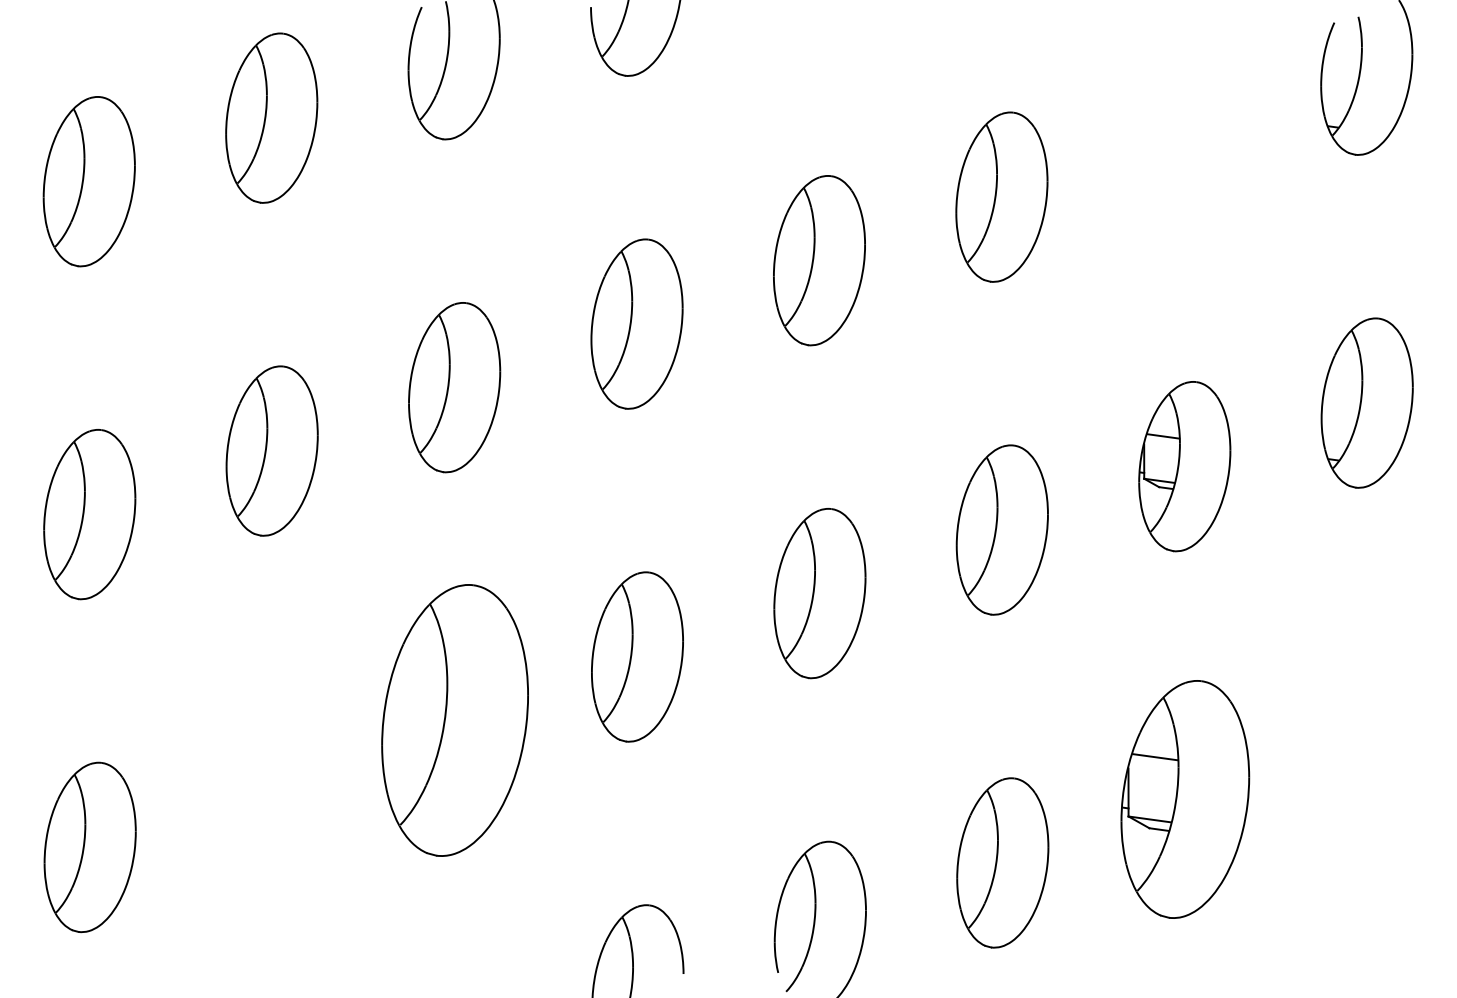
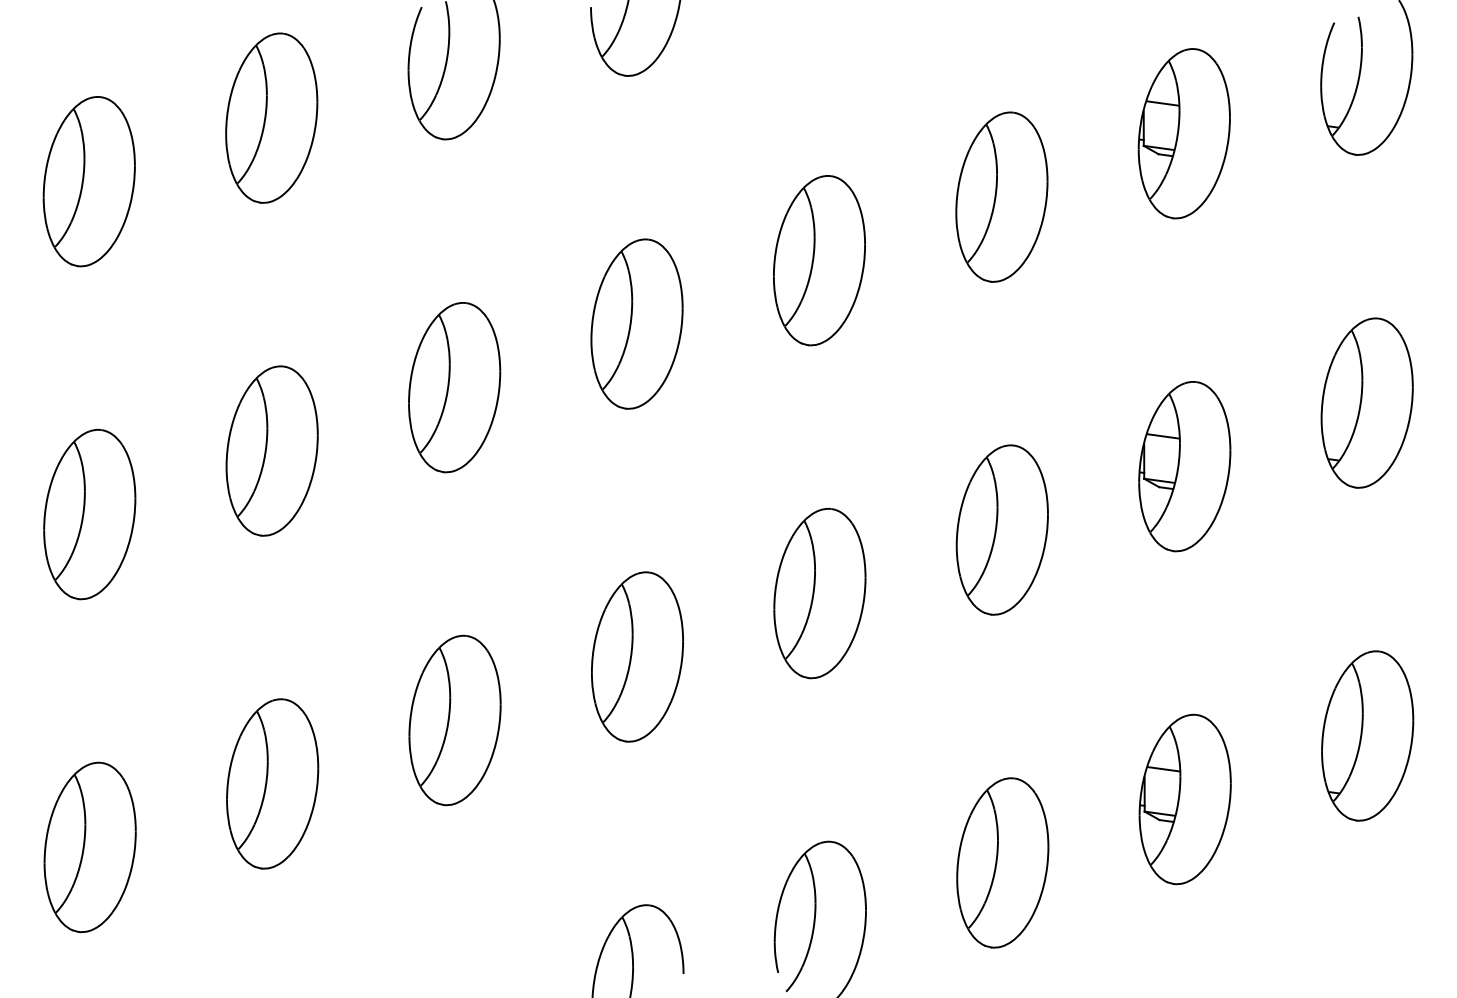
part at (1183, 133): none -> present
part at (454, 720) size: 148x273 px -> 94x173 px
part at (1367, 735): none -> present
part at (272, 783): none -> present
part at (1185, 799) size: 131x239 px -> 94x173 px
